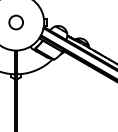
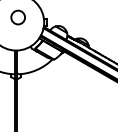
circle at (15, 22) position: (15, 22) -> (17, 17)
